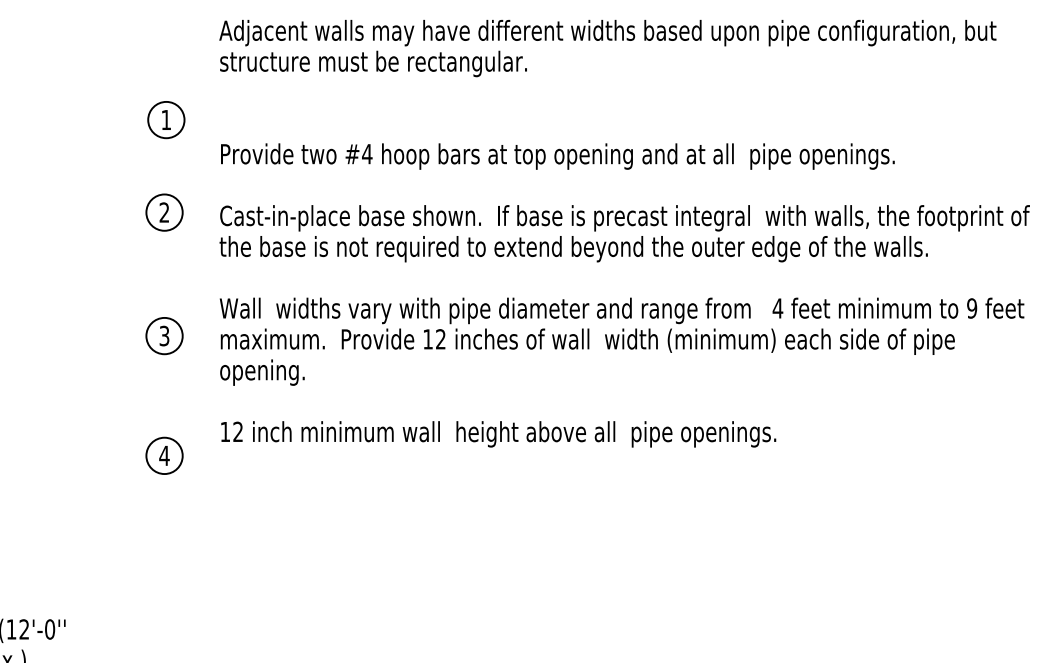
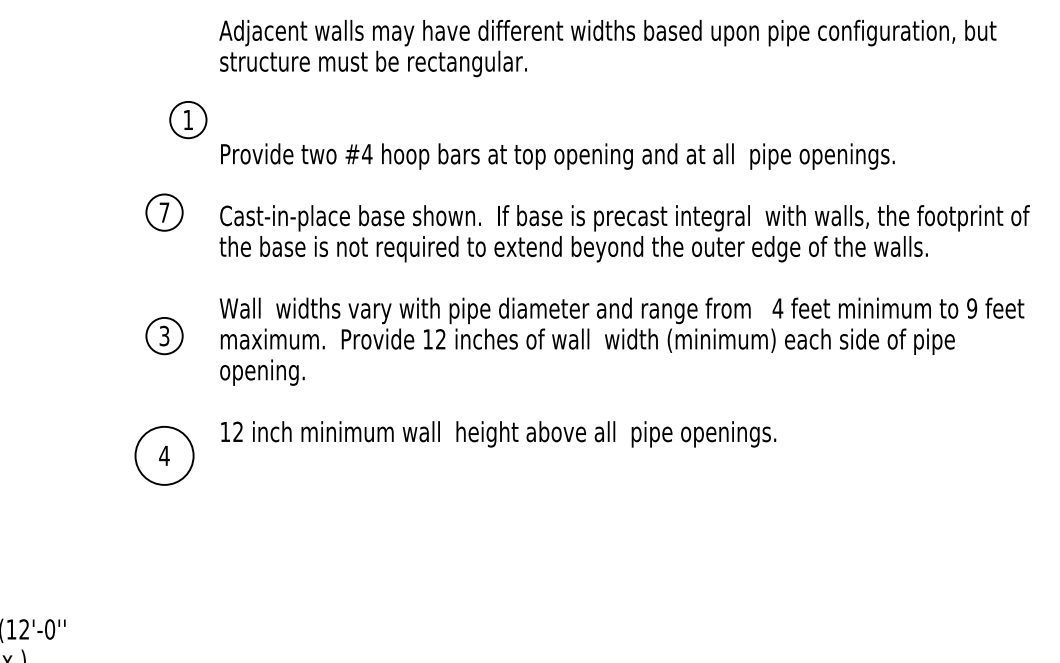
part at (166, 120) position: (166, 120) -> (188, 120)
text at (164, 212): 2 -> 7
circle at (164, 455) diameter: 36 px -> 58 px
